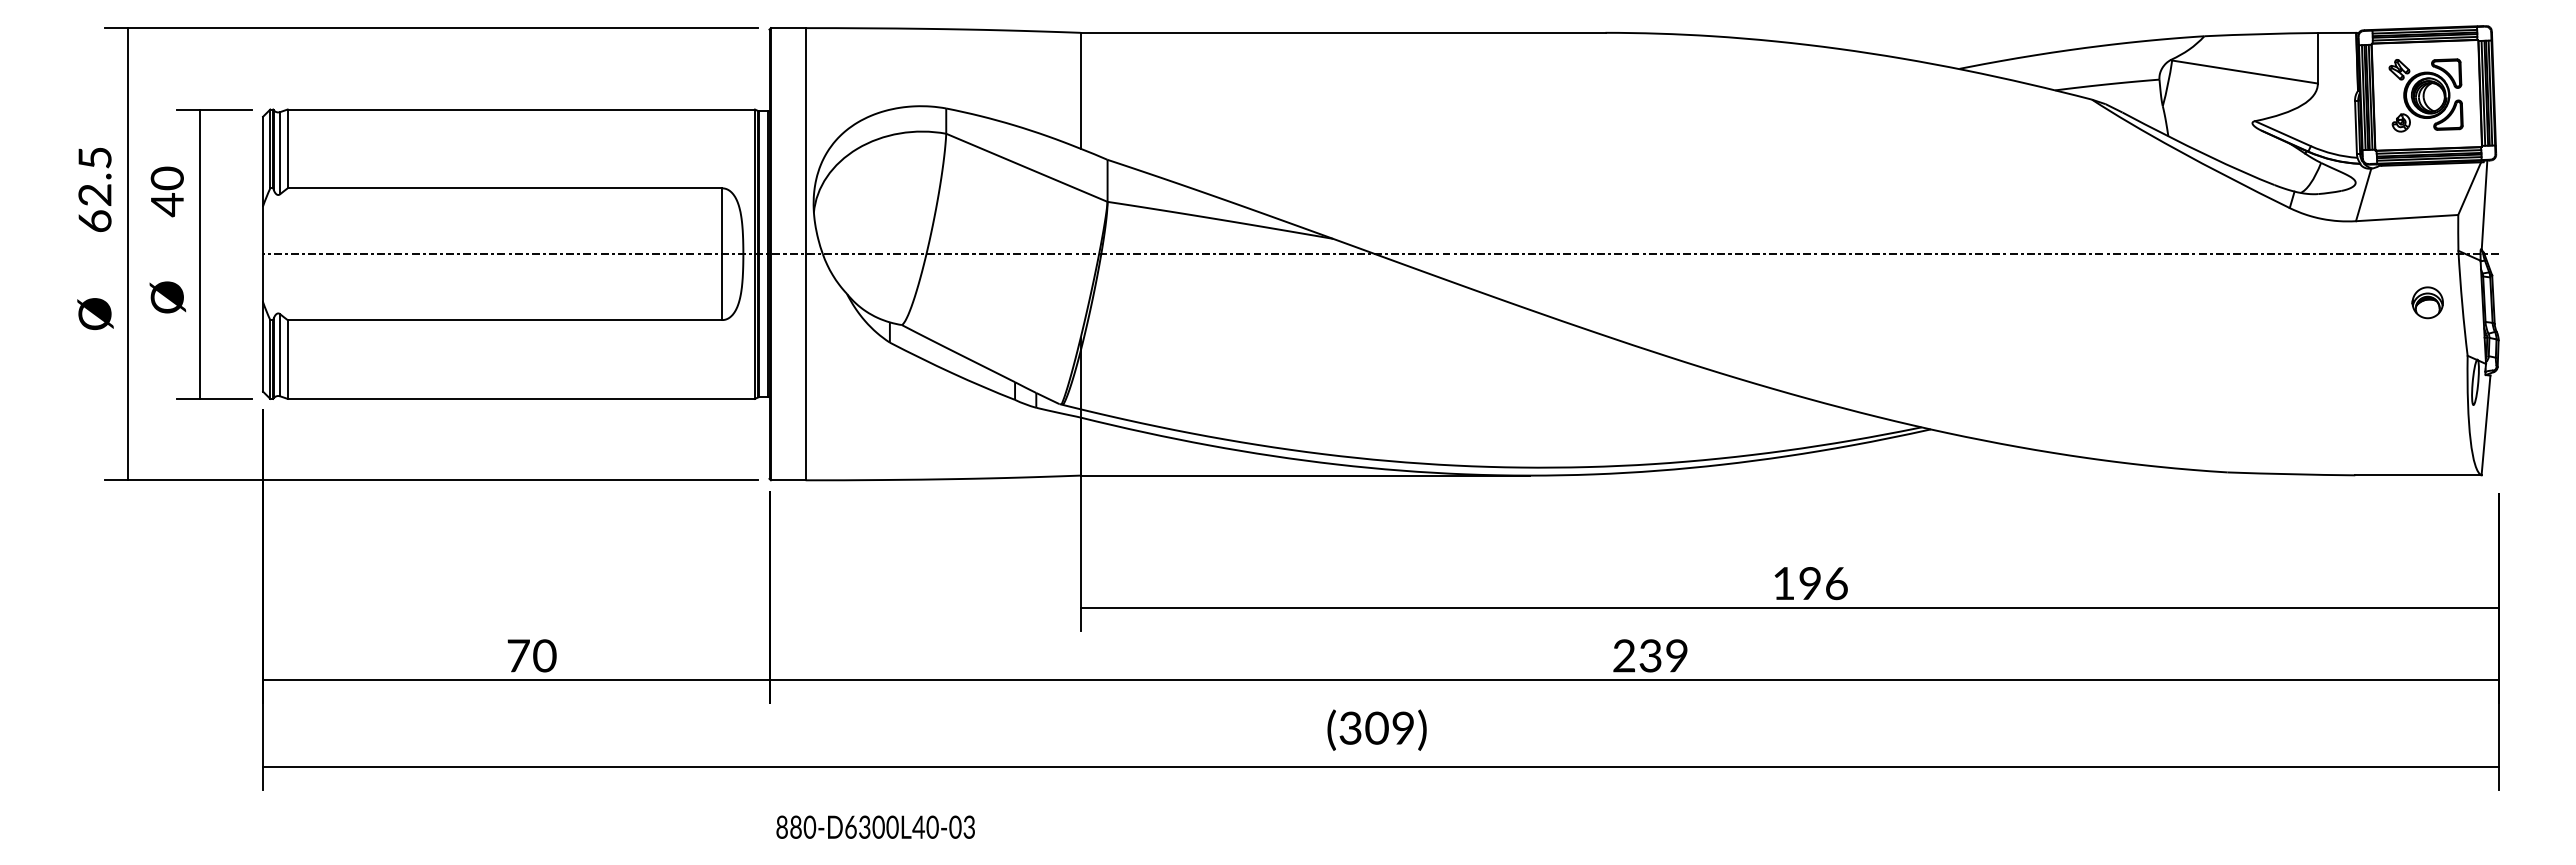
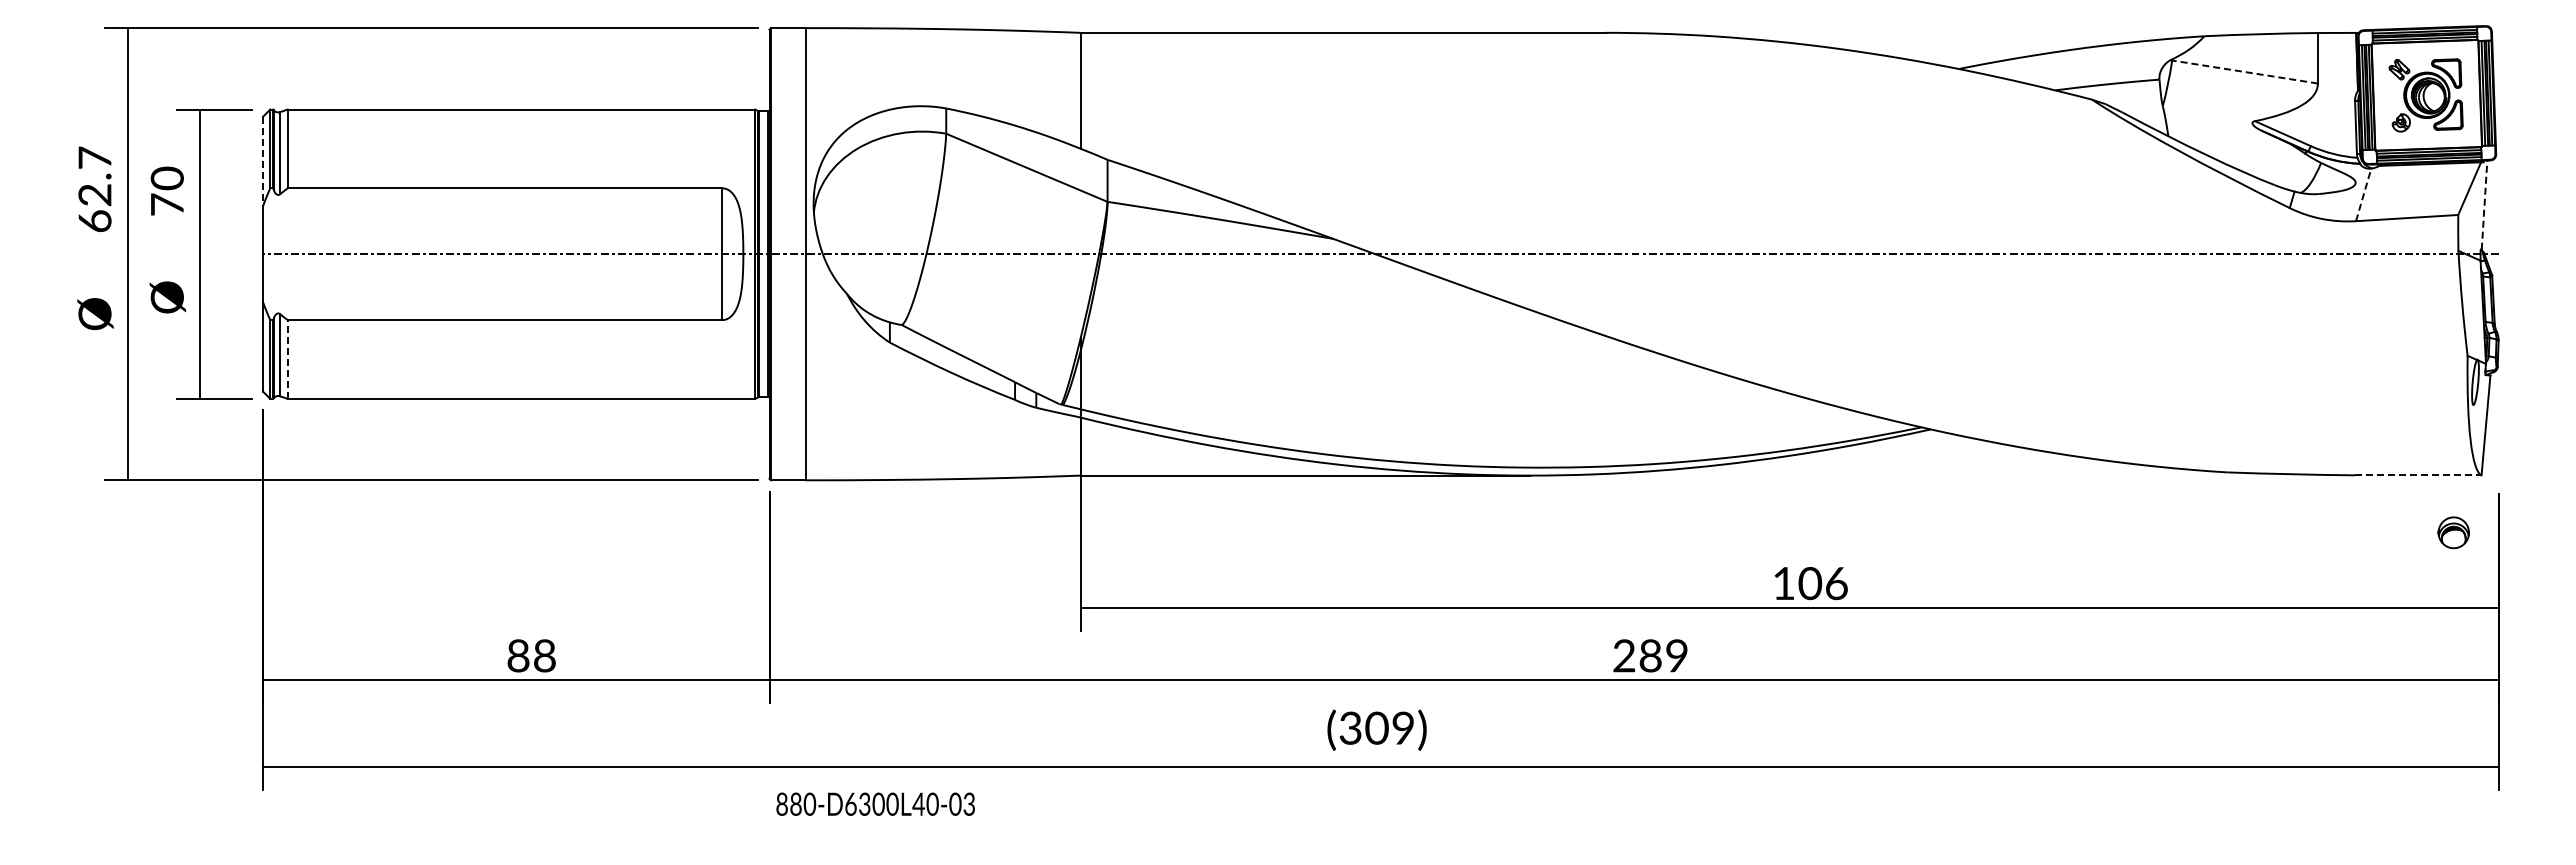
line at (2245, 72): solid -> dashed
text at (94, 157): 62.5 -> 62.7
line at (263, 161): solid -> dashed
line at (2363, 194): solid -> dashed
text at (167, 205): 40 -> 70
line at (2484, 205): solid -> dashed
part at (2427, 302) position: (2427, 302) -> (2453, 532)
line at (287, 358): solid -> dashed
line at (2418, 475): solid -> dashed
text at (1810, 584): 196 -> 106
text at (531, 655): 70 -> 88
text at (1650, 655): 239 -> 289
text at (875, 826) position: (875, 826) -> (875, 803)
